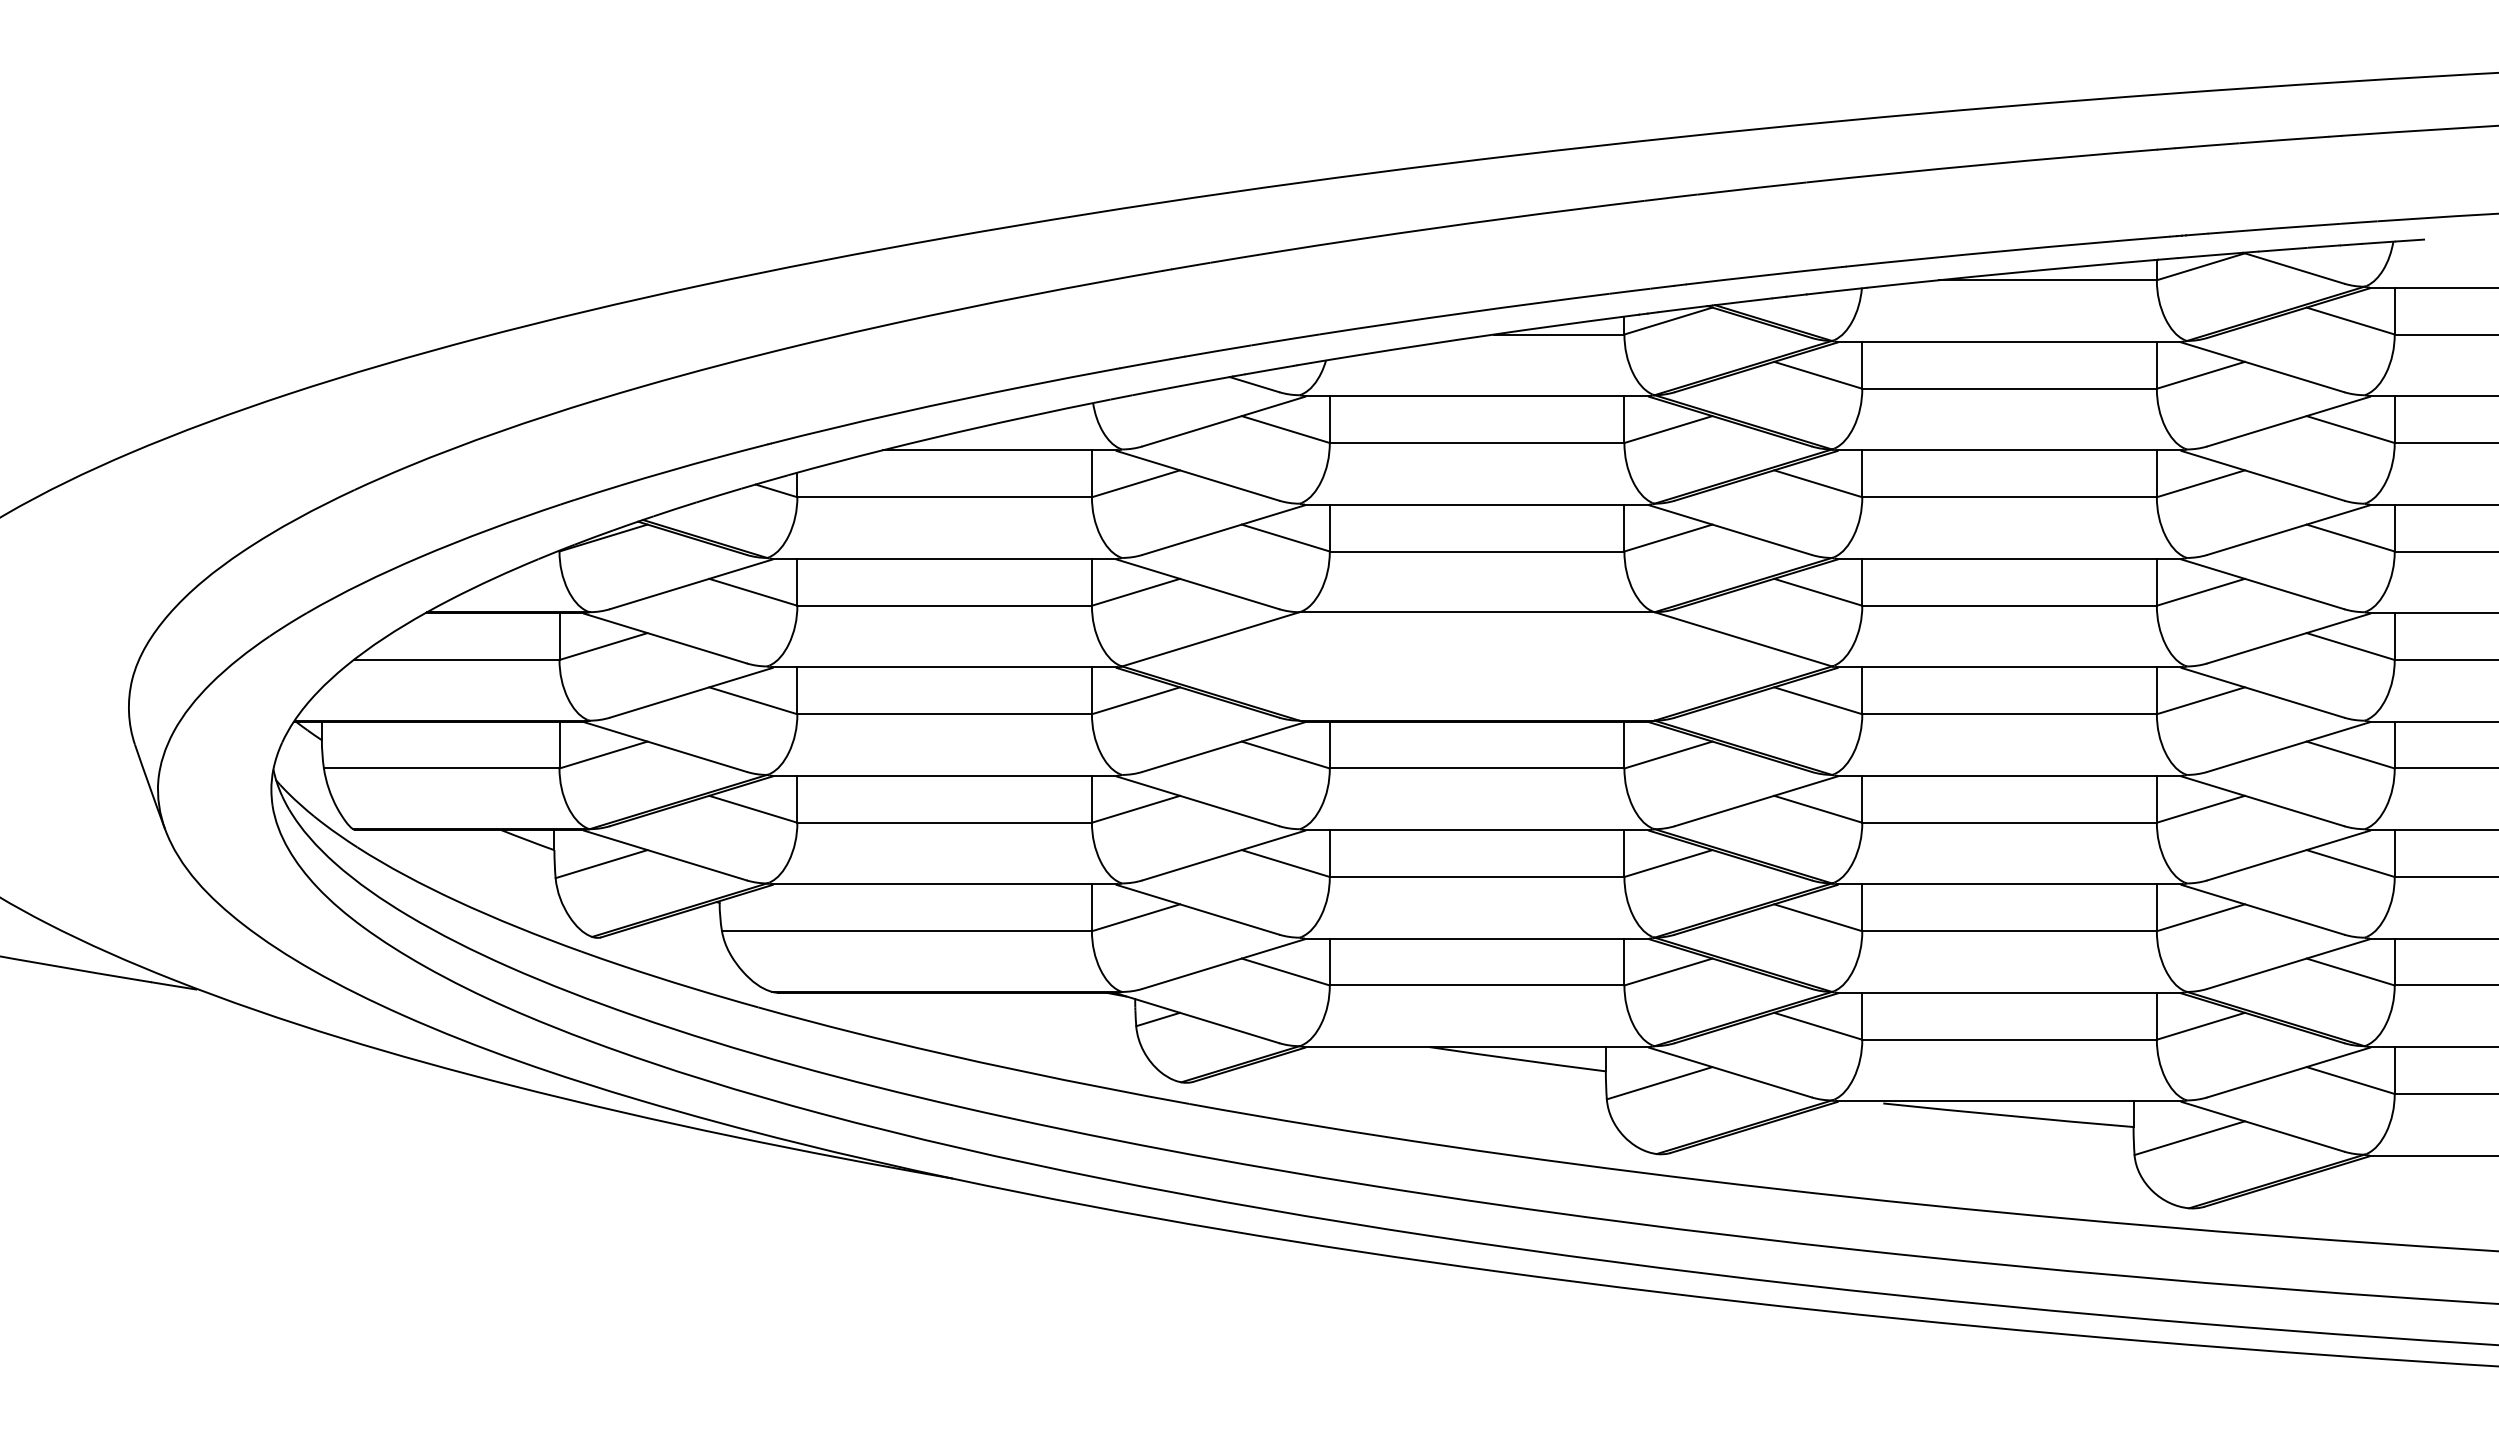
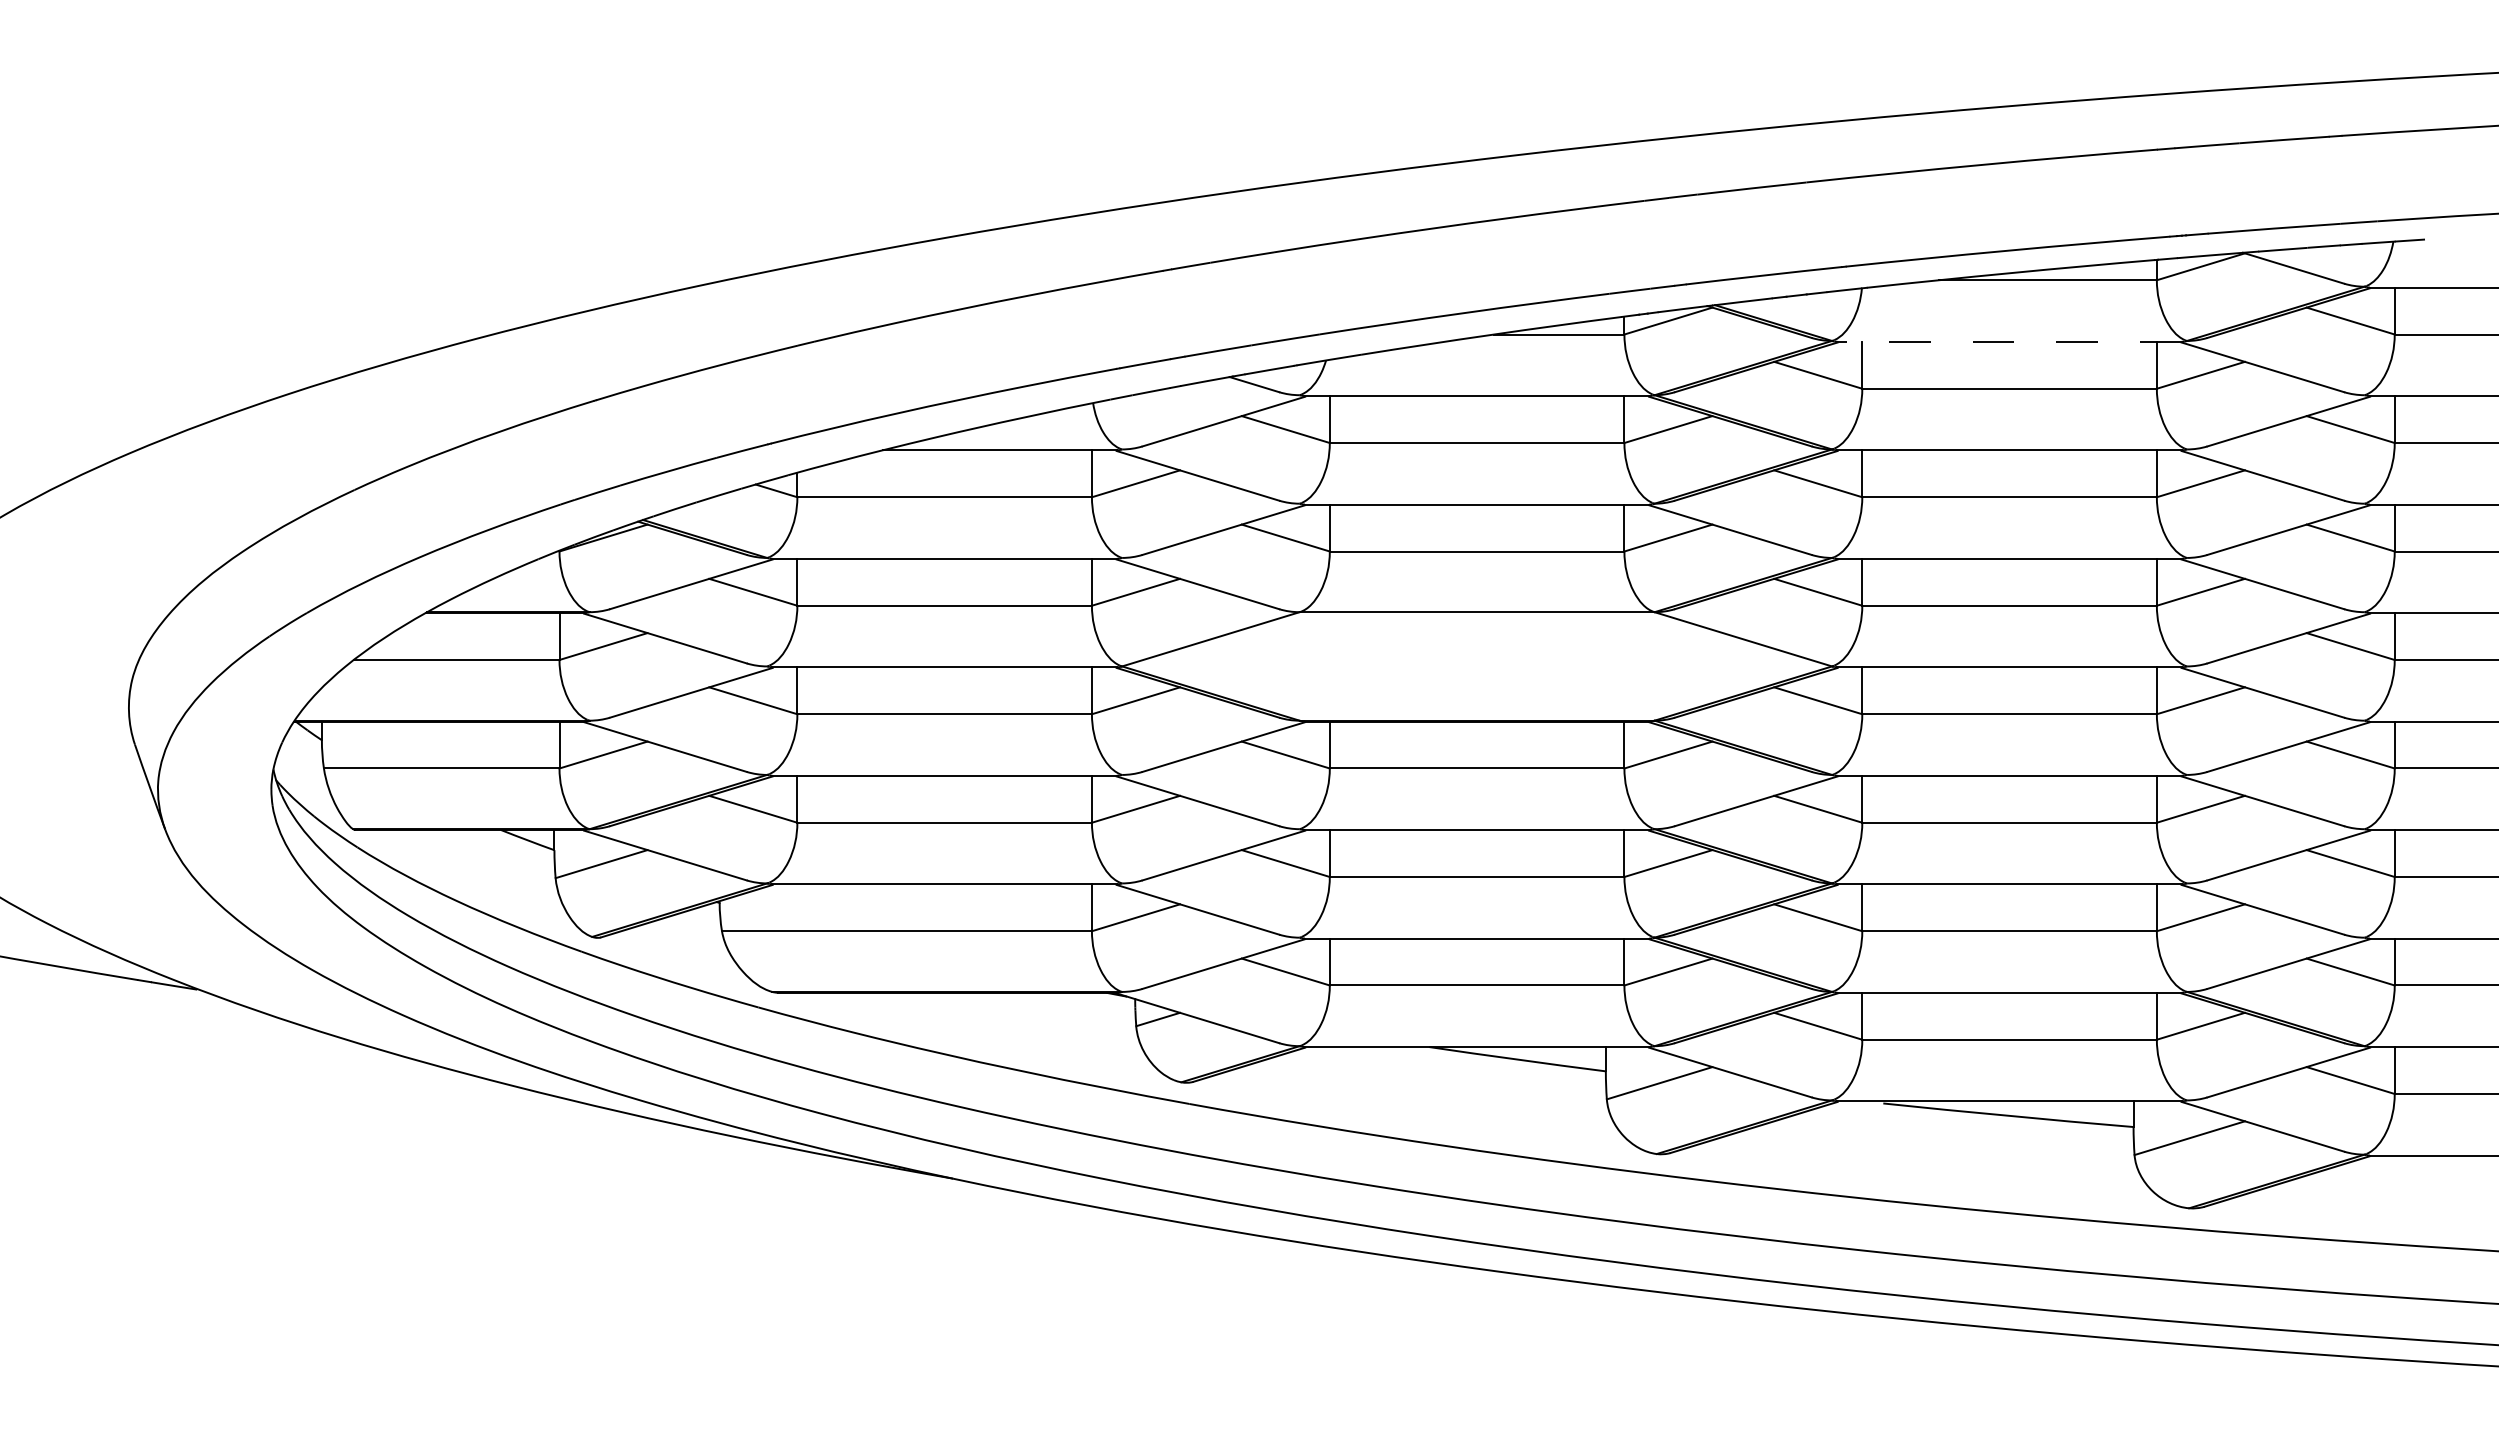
line at (2009, 341): solid -> dashed
